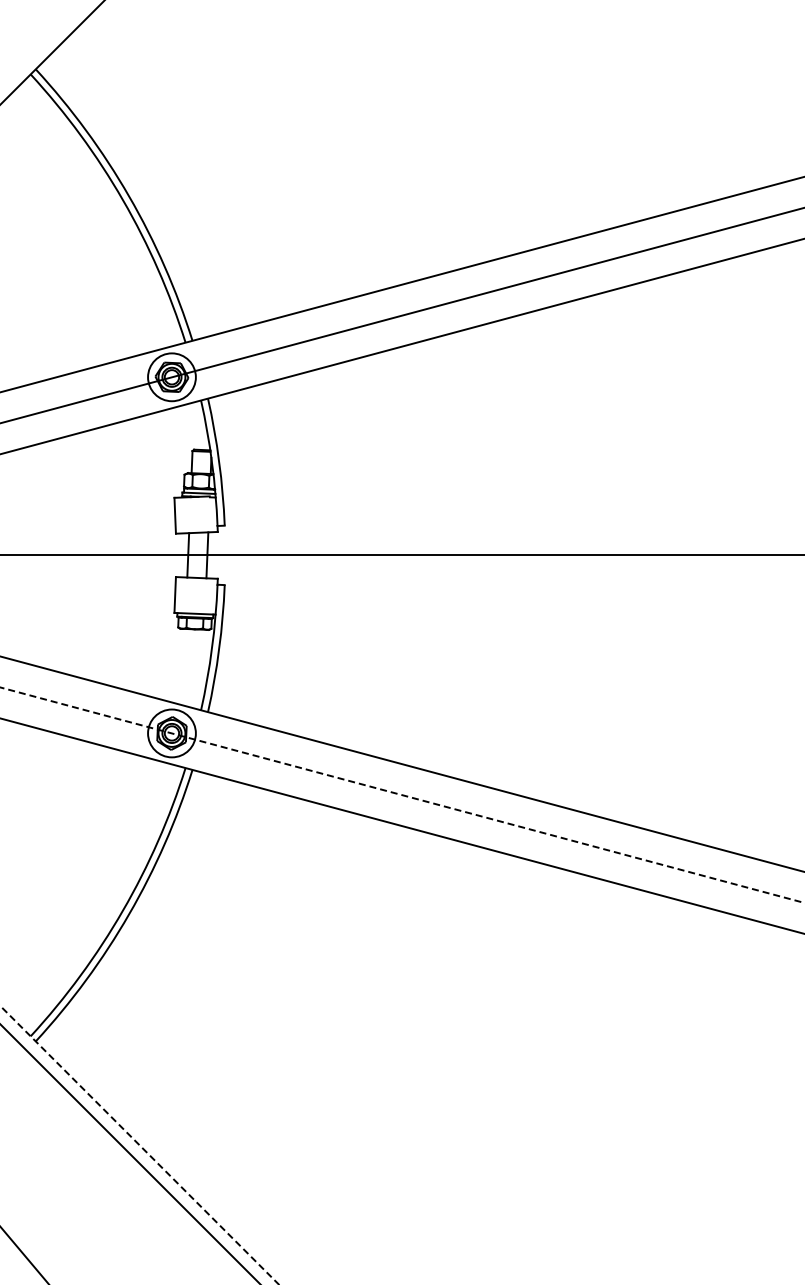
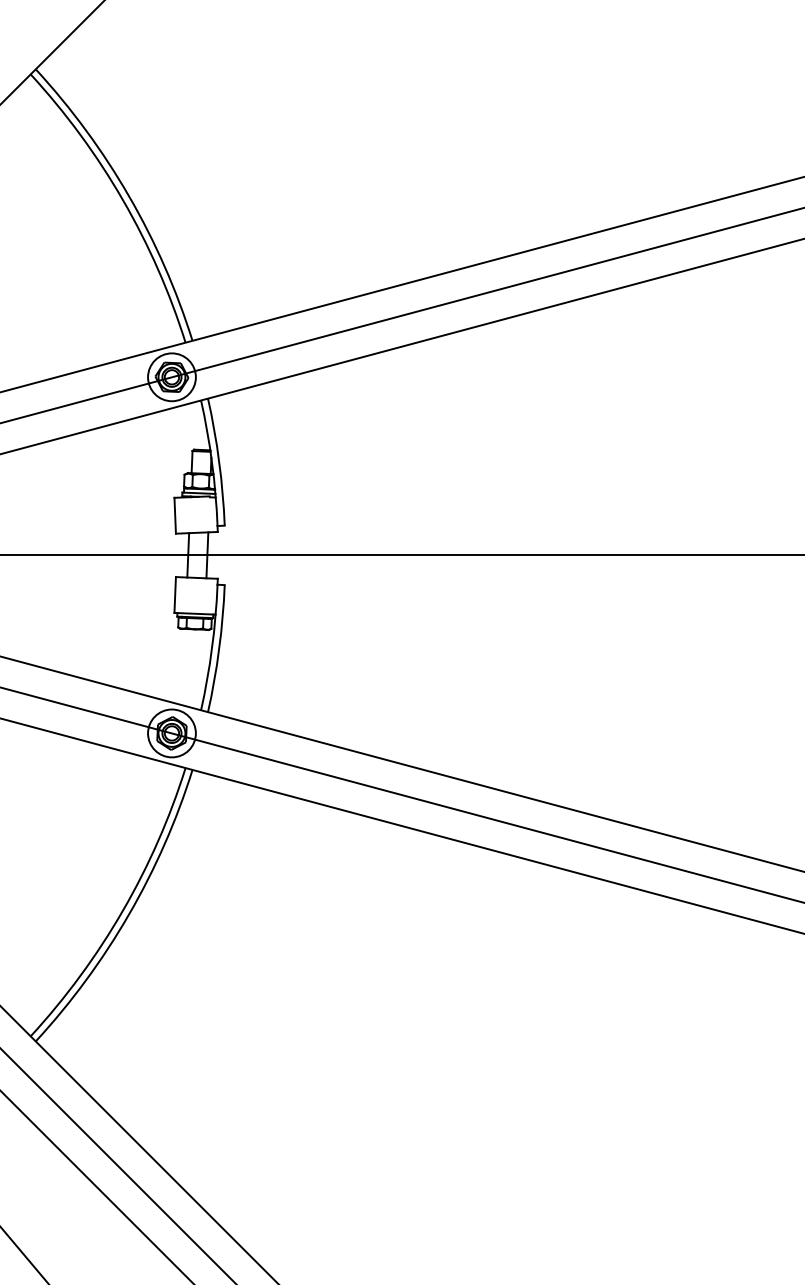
line at (401, 795): dashed -> solid
line at (139, 1145): dashed -> solid
line at (129, 1153) position: (129, 1153) -> (117, 1165)
line at (96, 1186): none -> present
